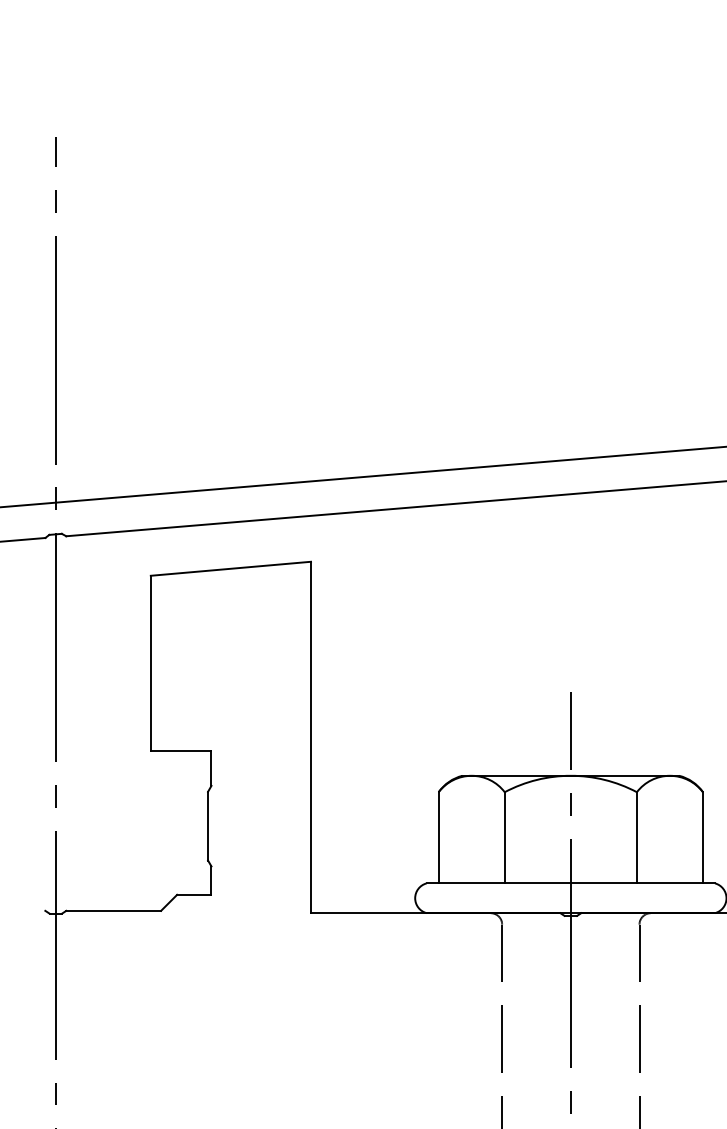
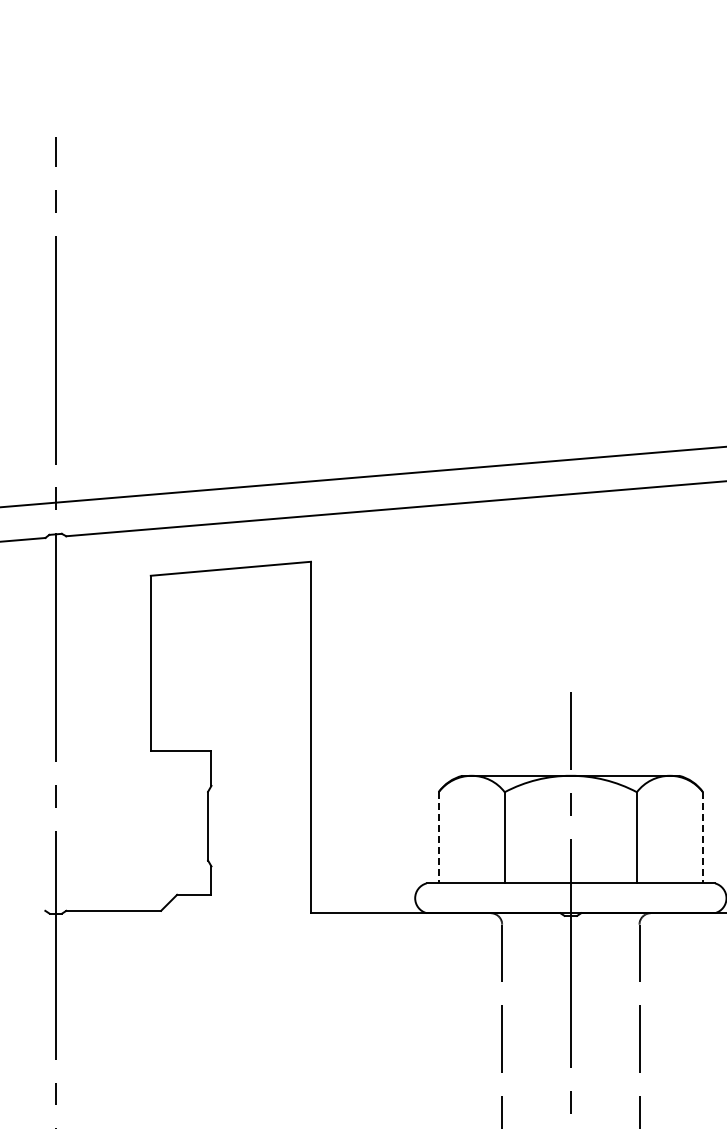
line at (438, 837): solid -> dashed
line at (702, 837): solid -> dashed
